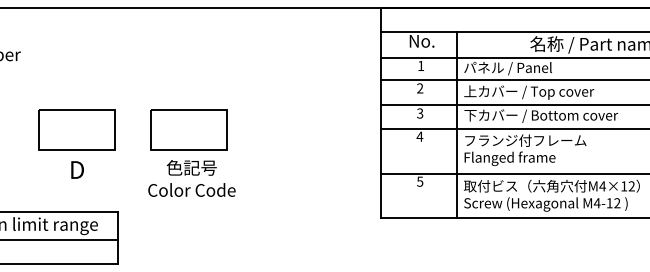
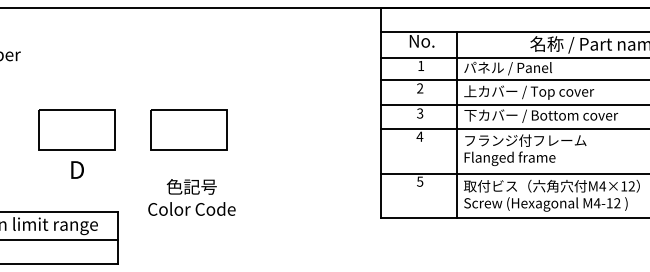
text at (191, 178) position: (191, 178) -> (191, 197)
